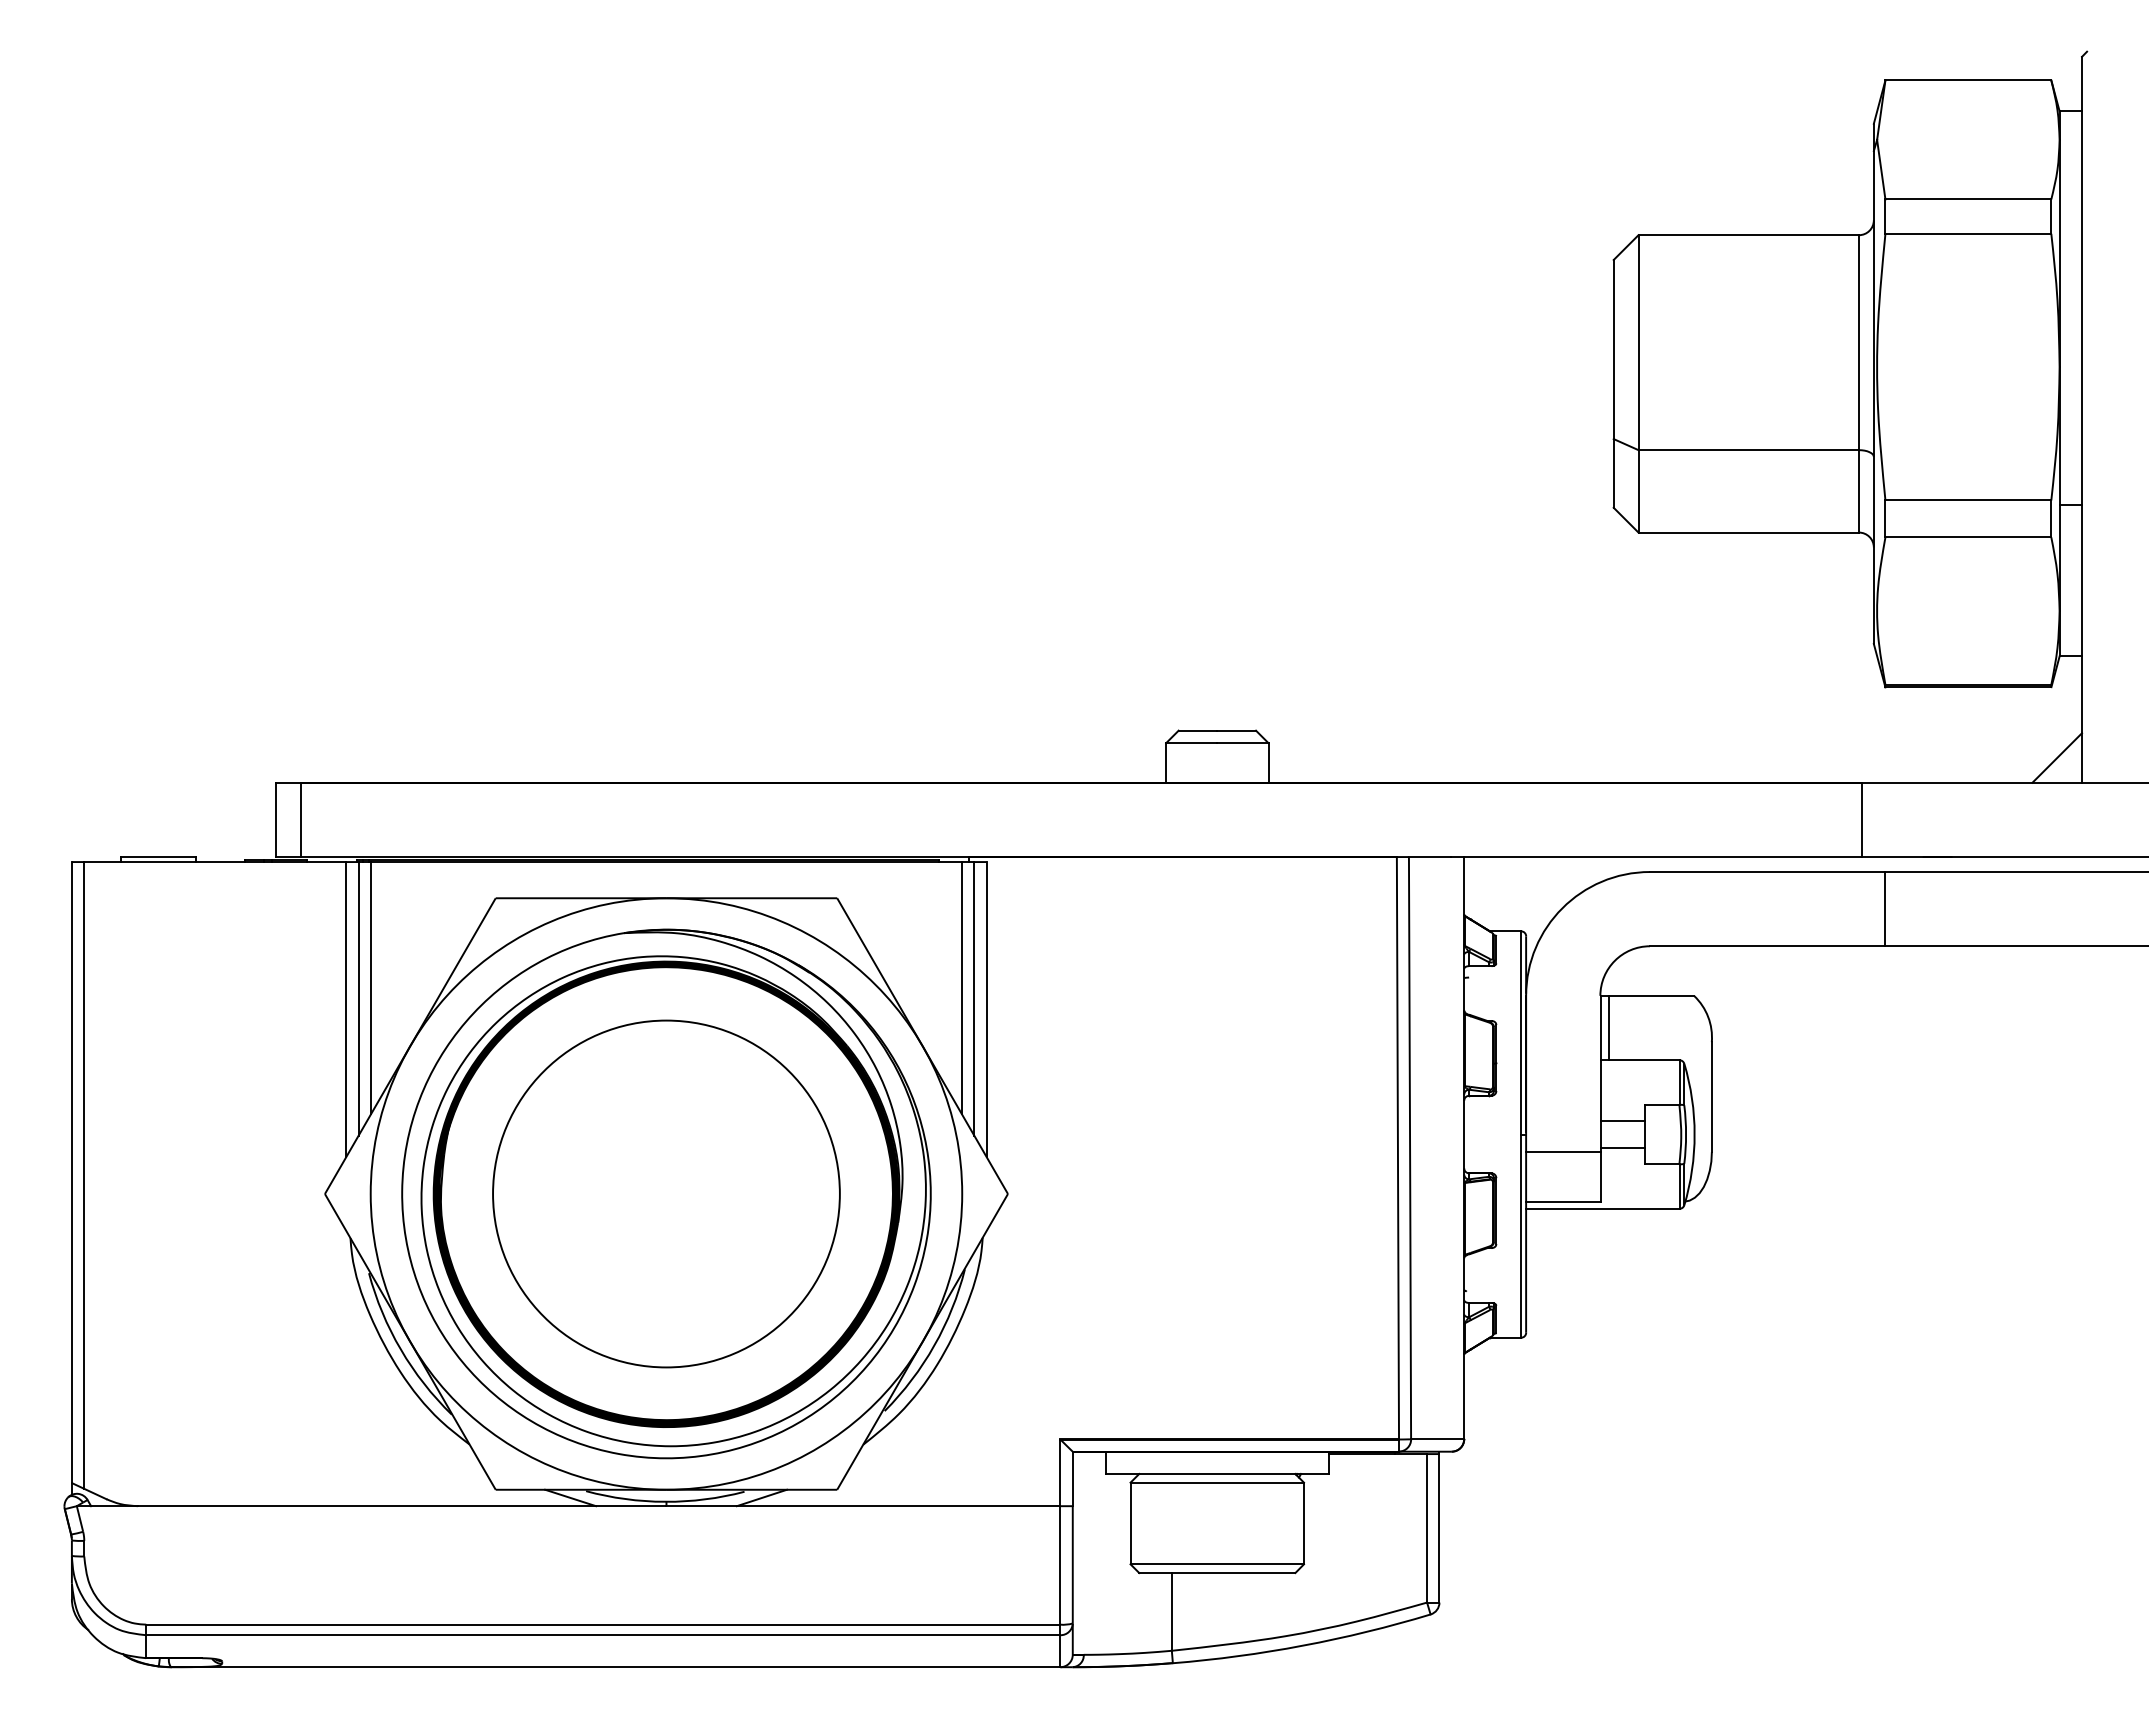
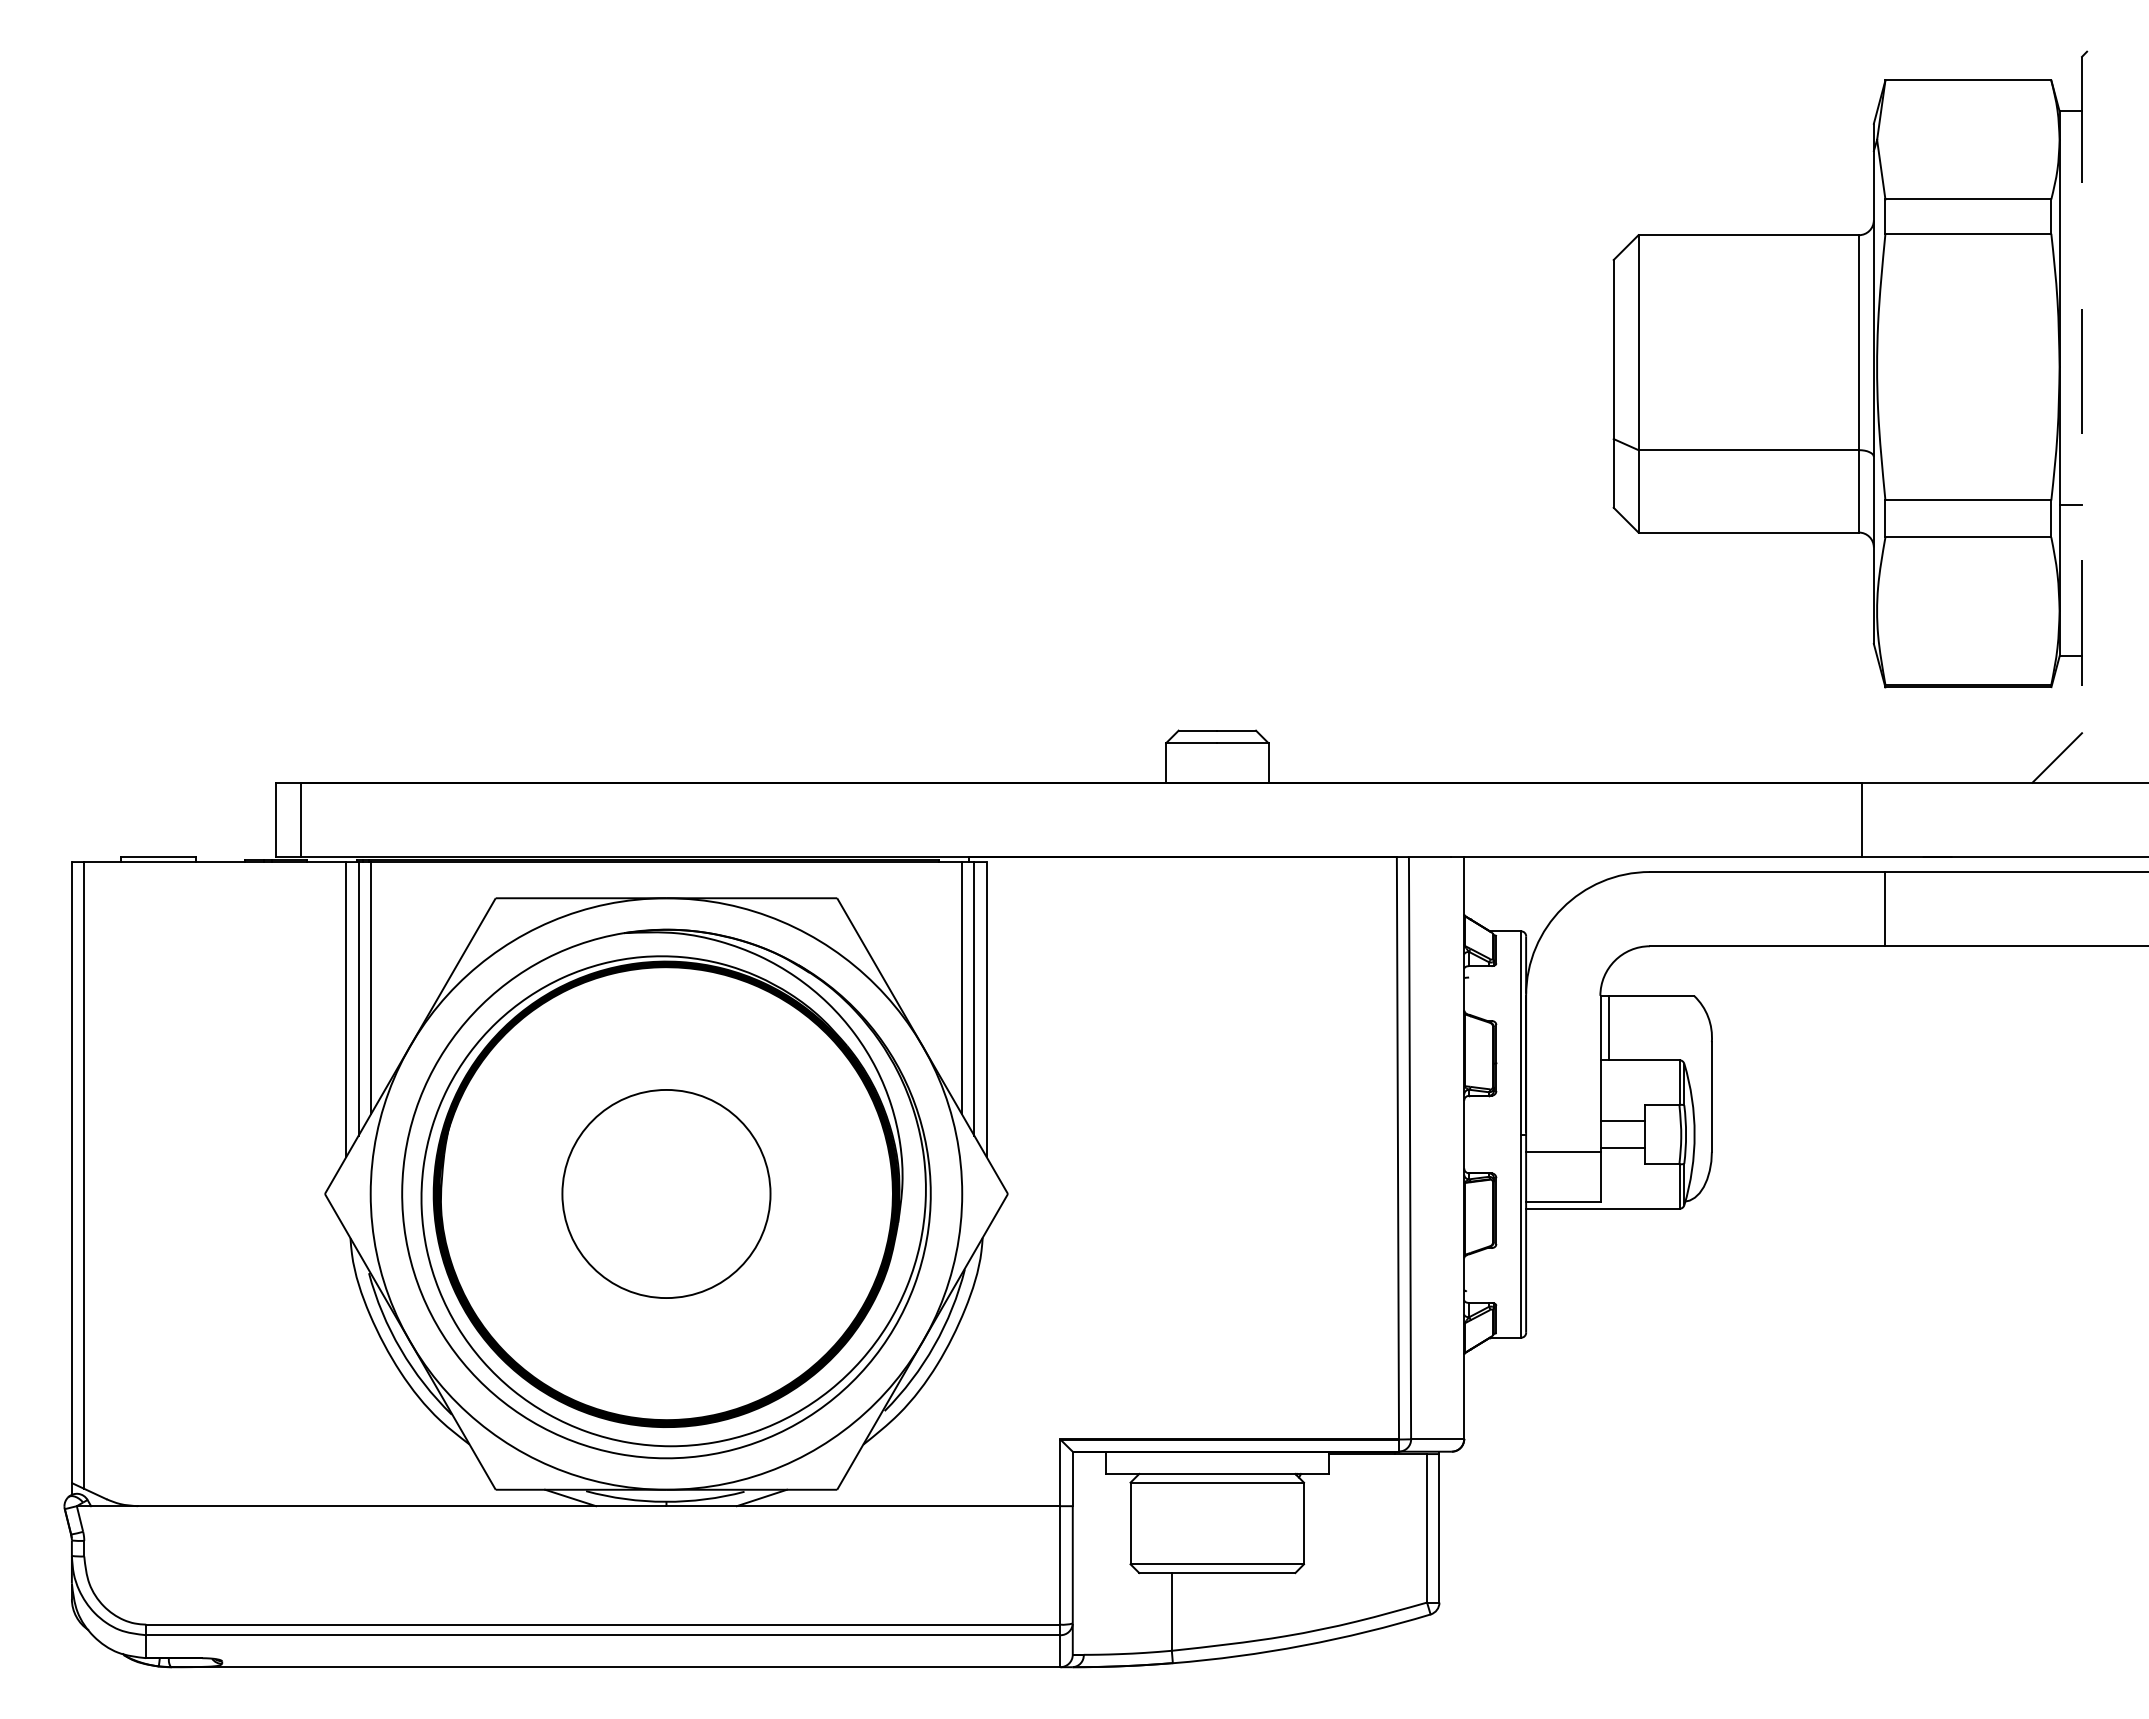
line at (2082, 419): solid -> dashed
circle at (666, 1193) diameter: 347 px -> 208 px
